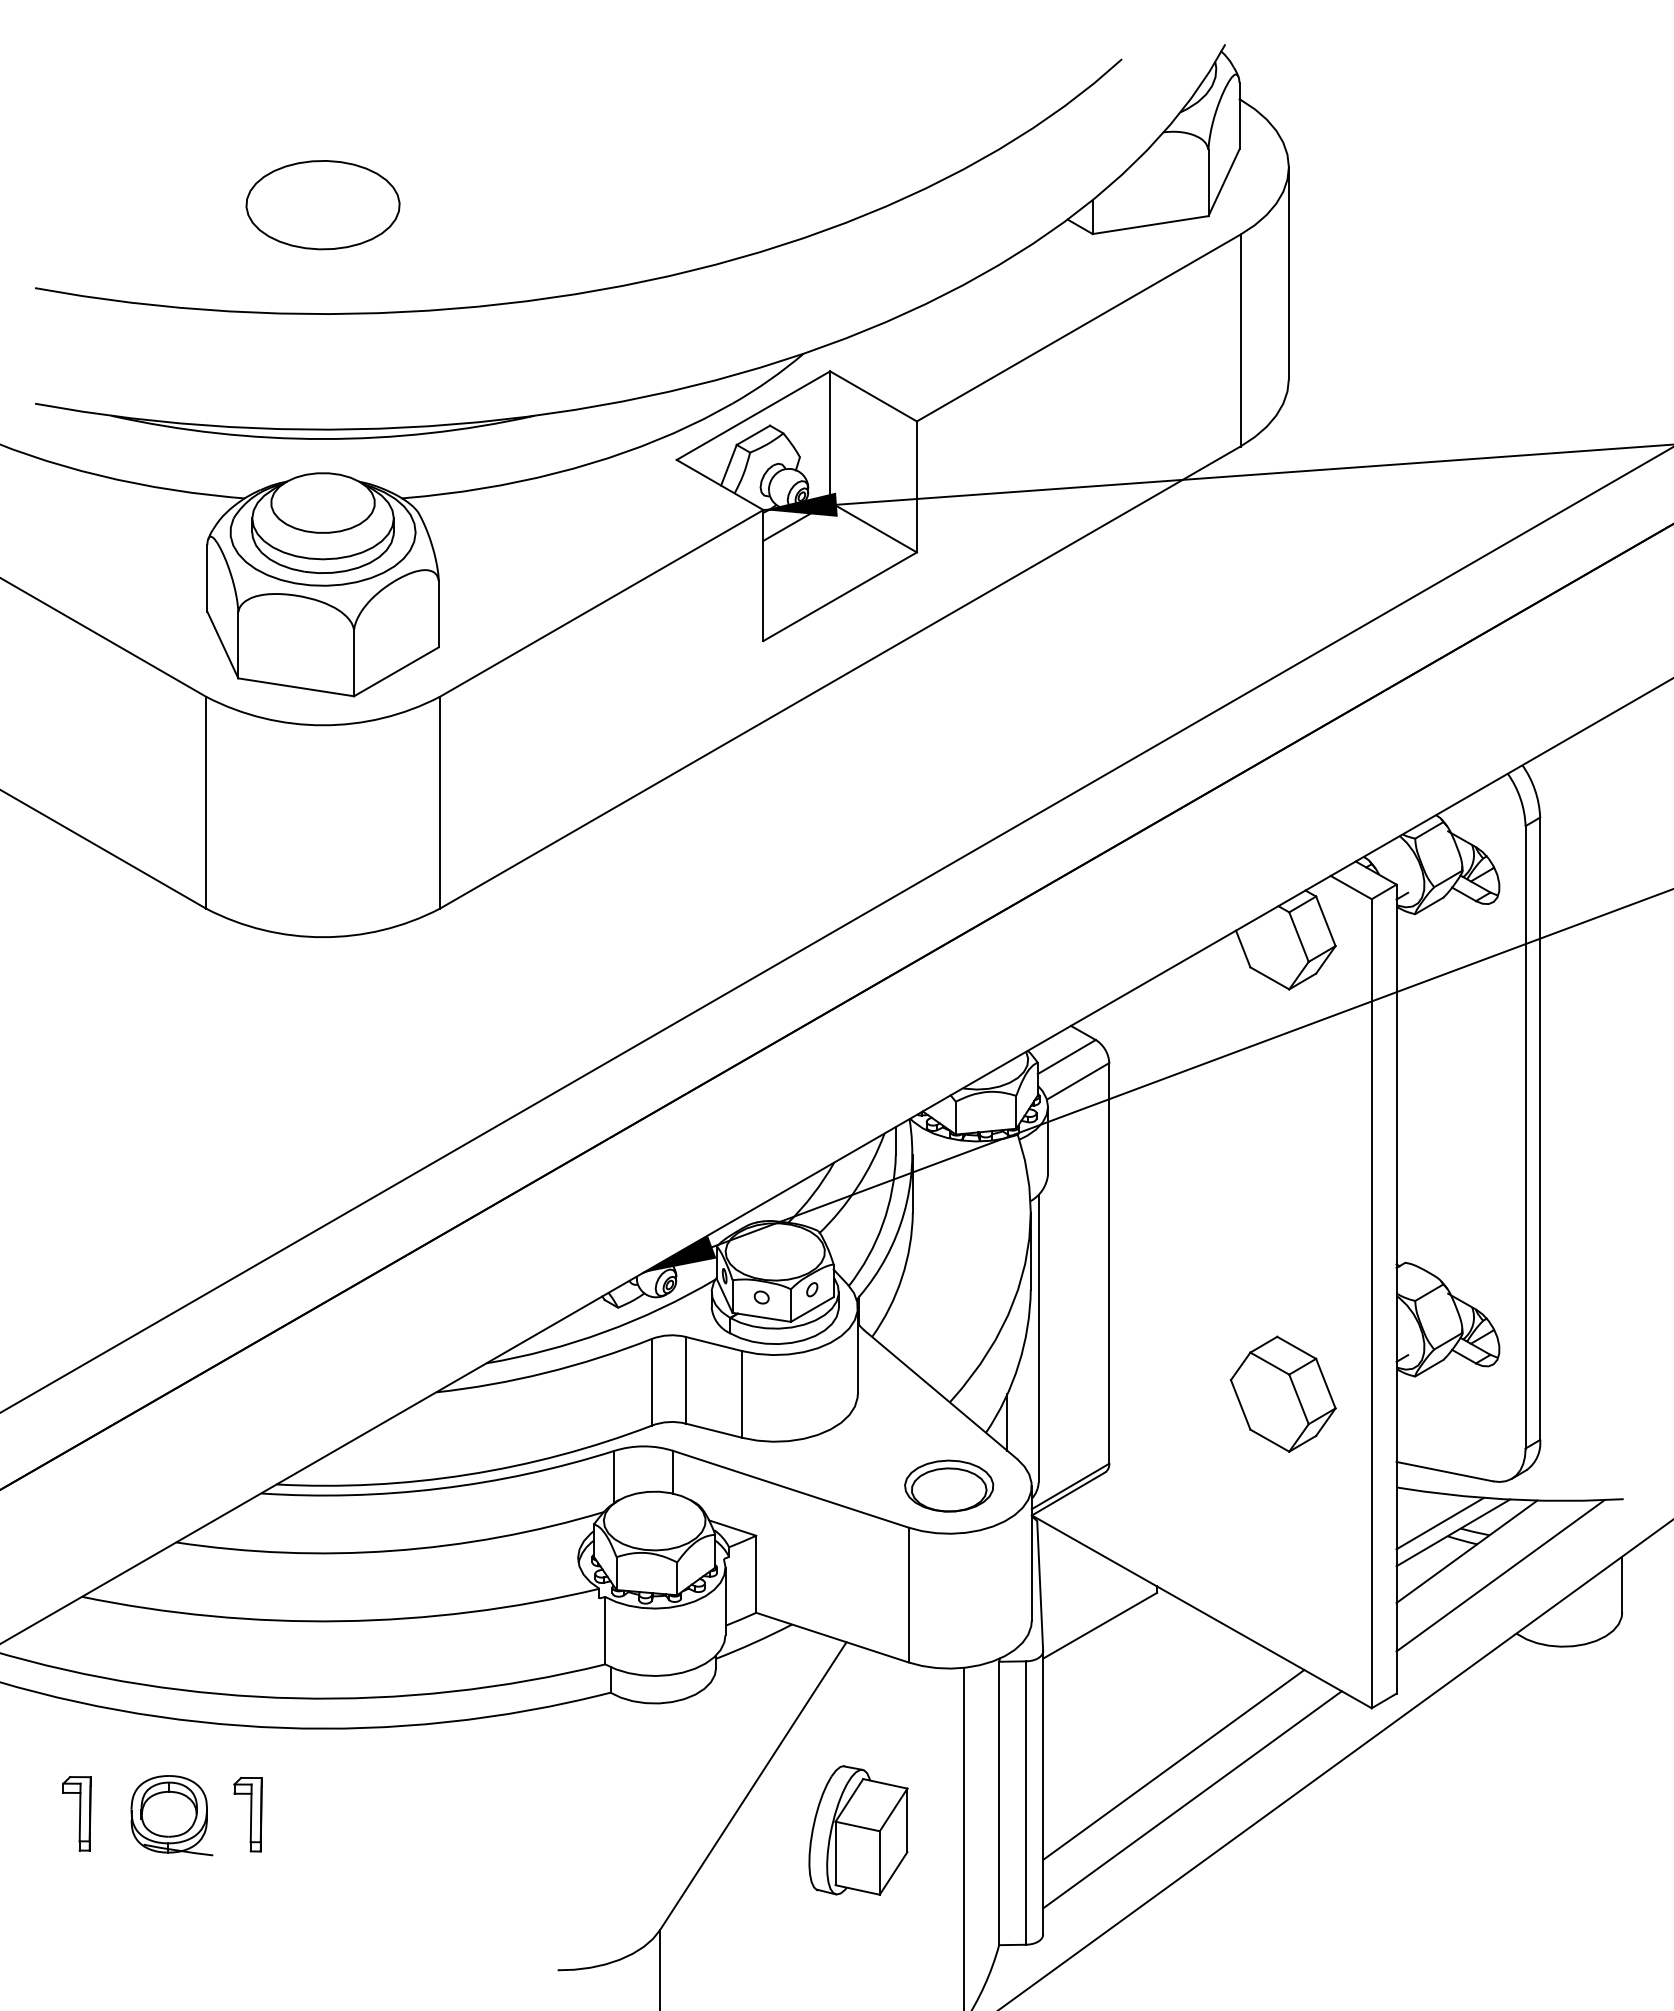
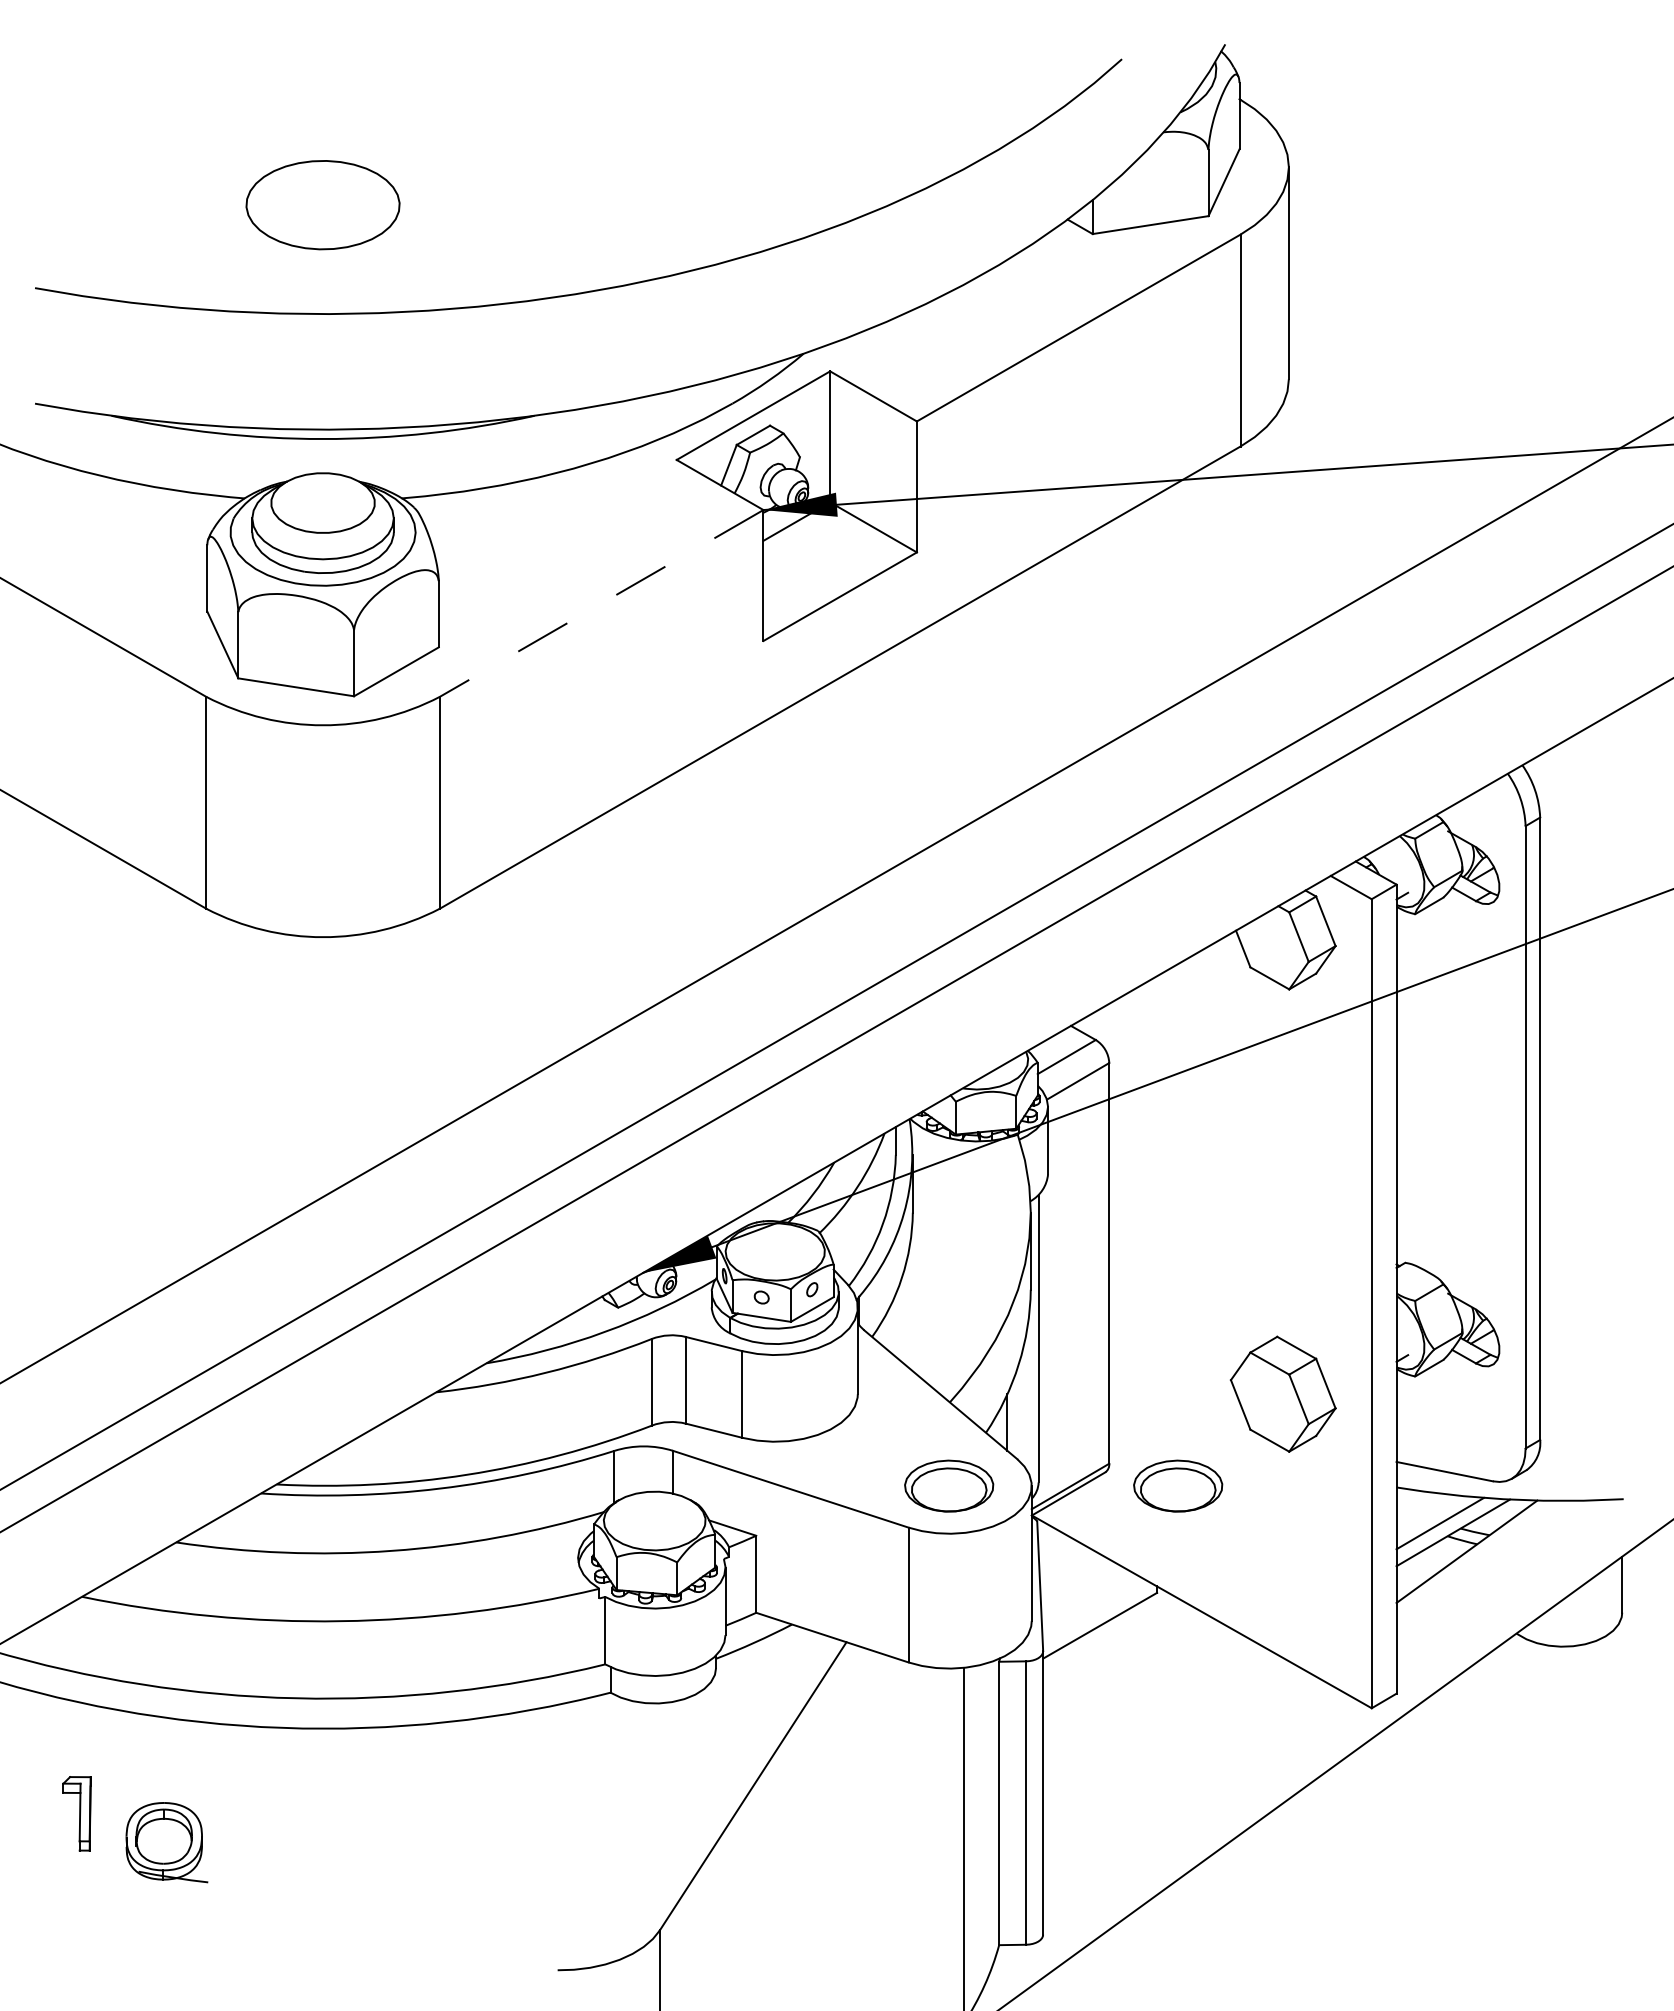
line at (601, 603): solid -> dashed
line at (836, 929) position: (836, 929) -> (836, 900)
line at (836, 1006) position: (836, 1006) -> (836, 1049)
part at (1178, 1485): none -> present
line at (1500, 1575): present -> none
line at (1173, 1764): present -> none
line at (1192, 1799): present -> none
part at (247, 1814): present -> none
part at (171, 1815) position: (171, 1815) -> (166, 1842)
part at (858, 1830): present -> none
